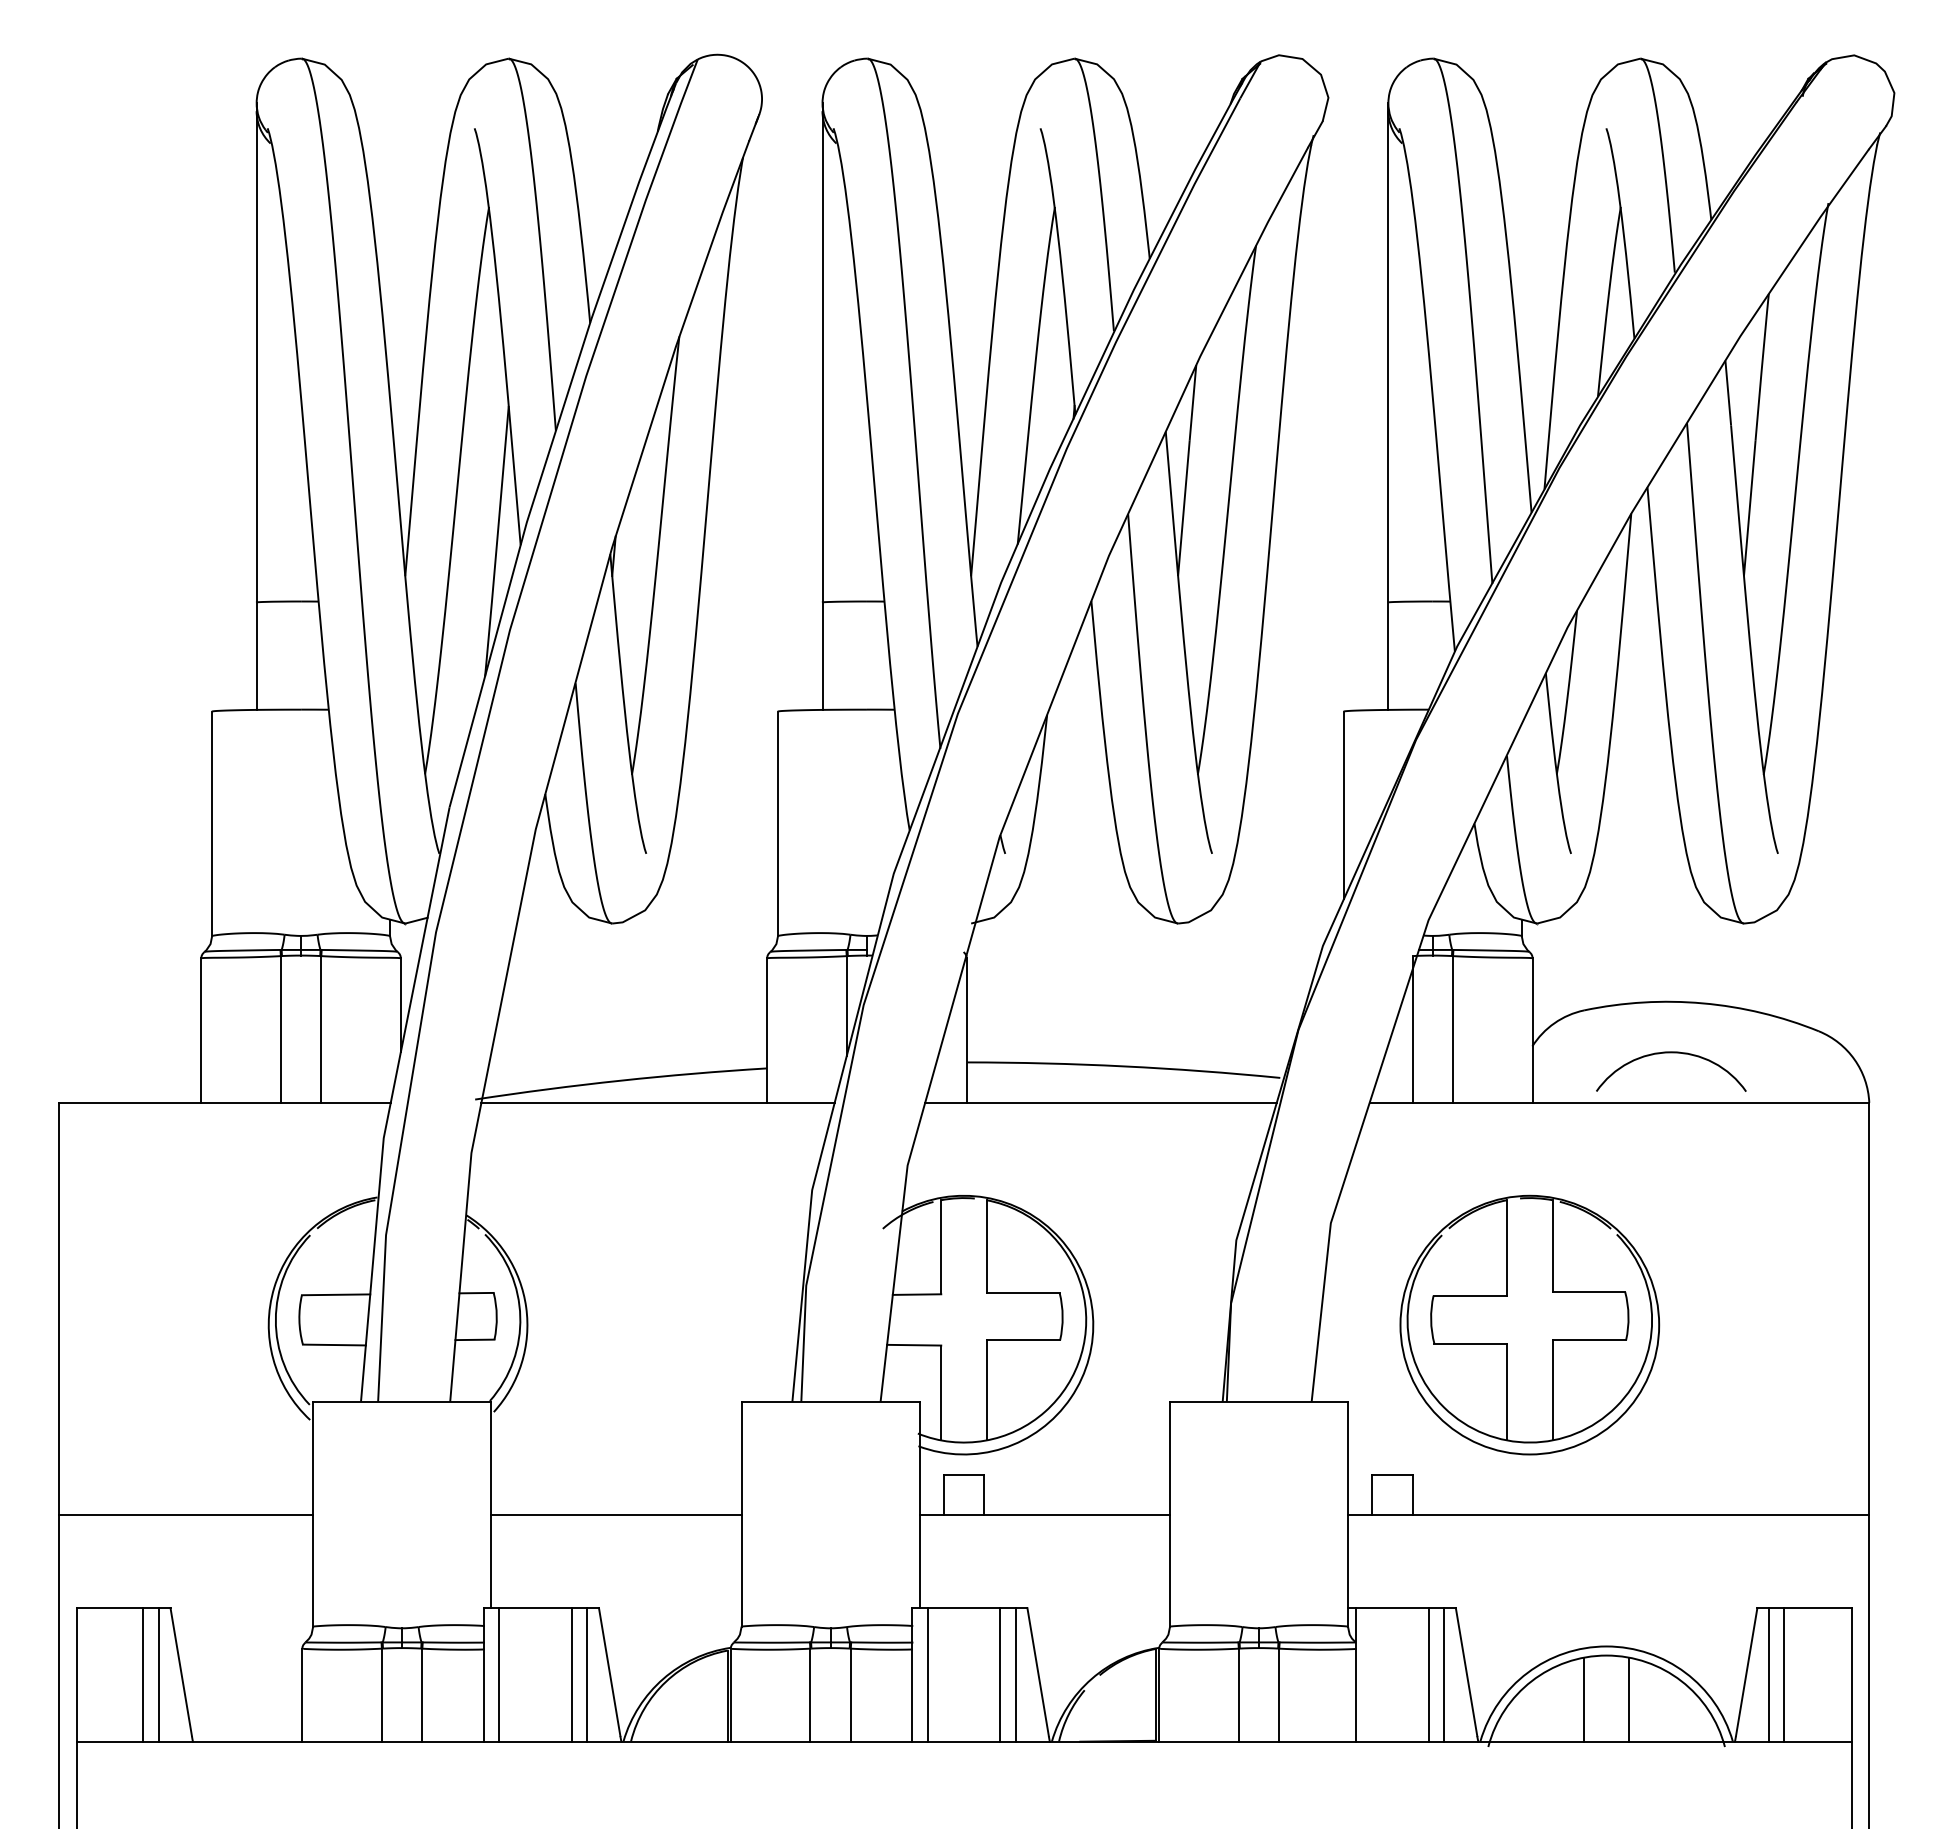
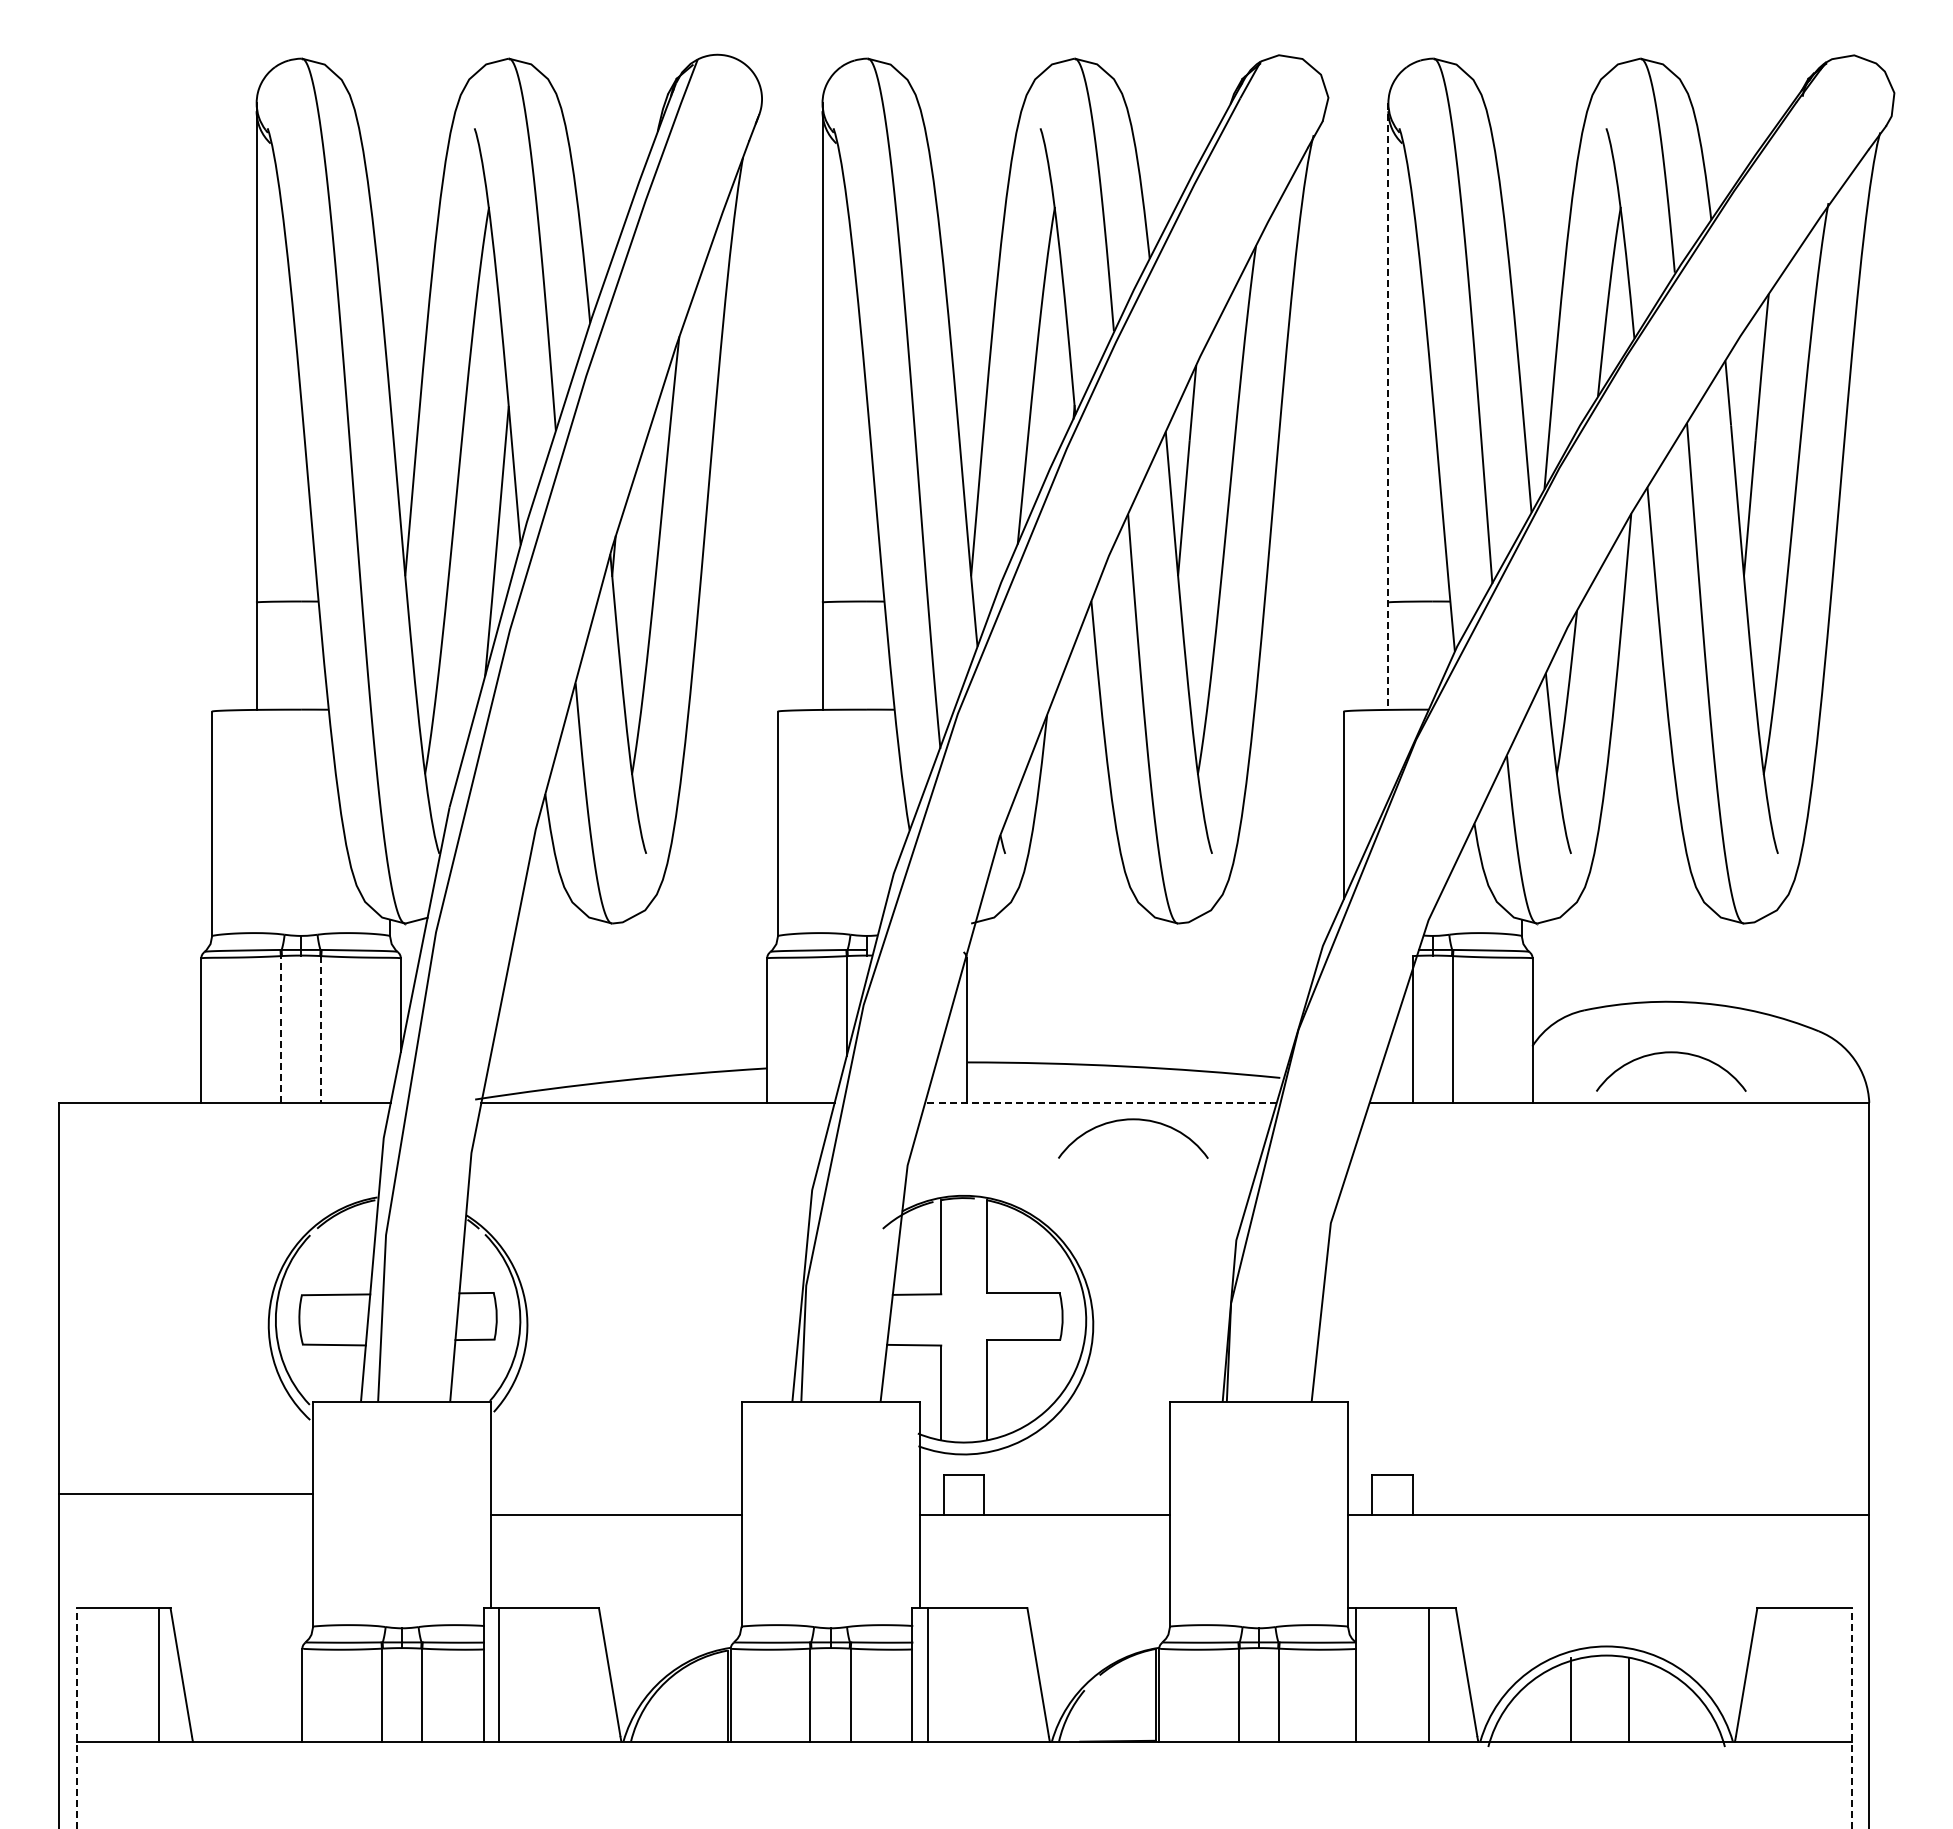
line at (1388, 407): solid -> dashed
line at (280, 1028): solid -> dashed
line at (321, 1029): solid -> dashed
line at (1100, 1102): solid -> dashed
arc at (1133, 1120): none -> present
part at (1529, 1324): present -> none
line at (185, 1515) position: (185, 1515) -> (185, 1494)
line at (143, 1675): present -> none
line at (571, 1675): present -> none
line at (587, 1675): present -> none
line at (1000, 1675): present -> none
line at (1015, 1675): present -> none
line at (1443, 1675): present -> none
line at (1769, 1675): present -> none
line at (1784, 1675): present -> none
line at (1584, 1699) position: (1584, 1699) -> (1571, 1699)
line at (76, 1718): solid -> dashed
line at (1852, 1718): solid -> dashed
